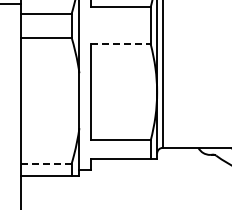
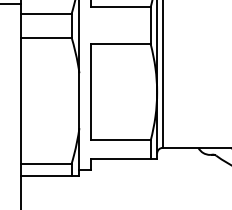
line at (121, 44): dashed -> solid
line at (46, 163): dashed -> solid
